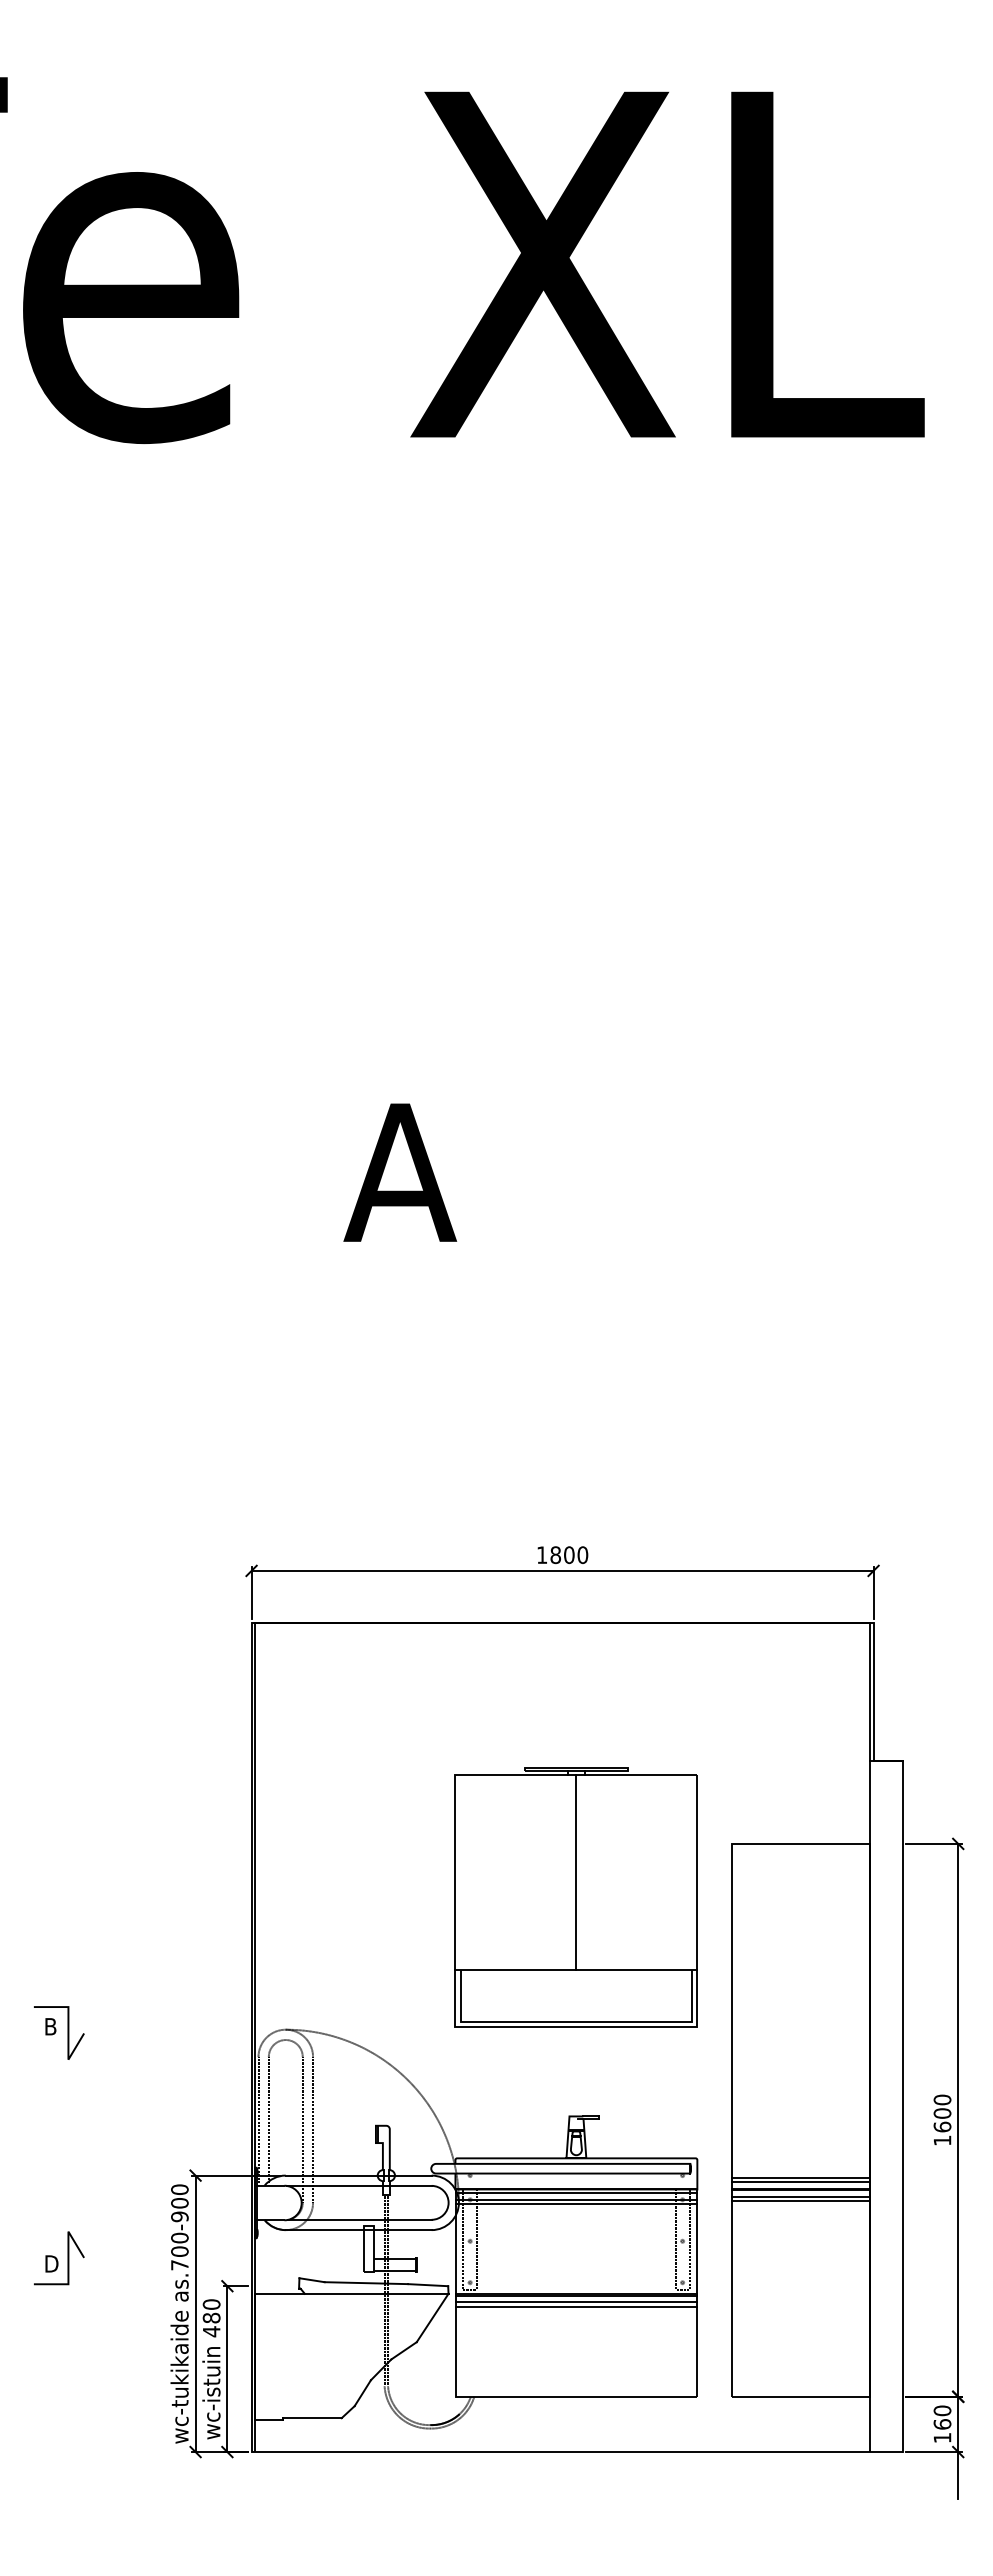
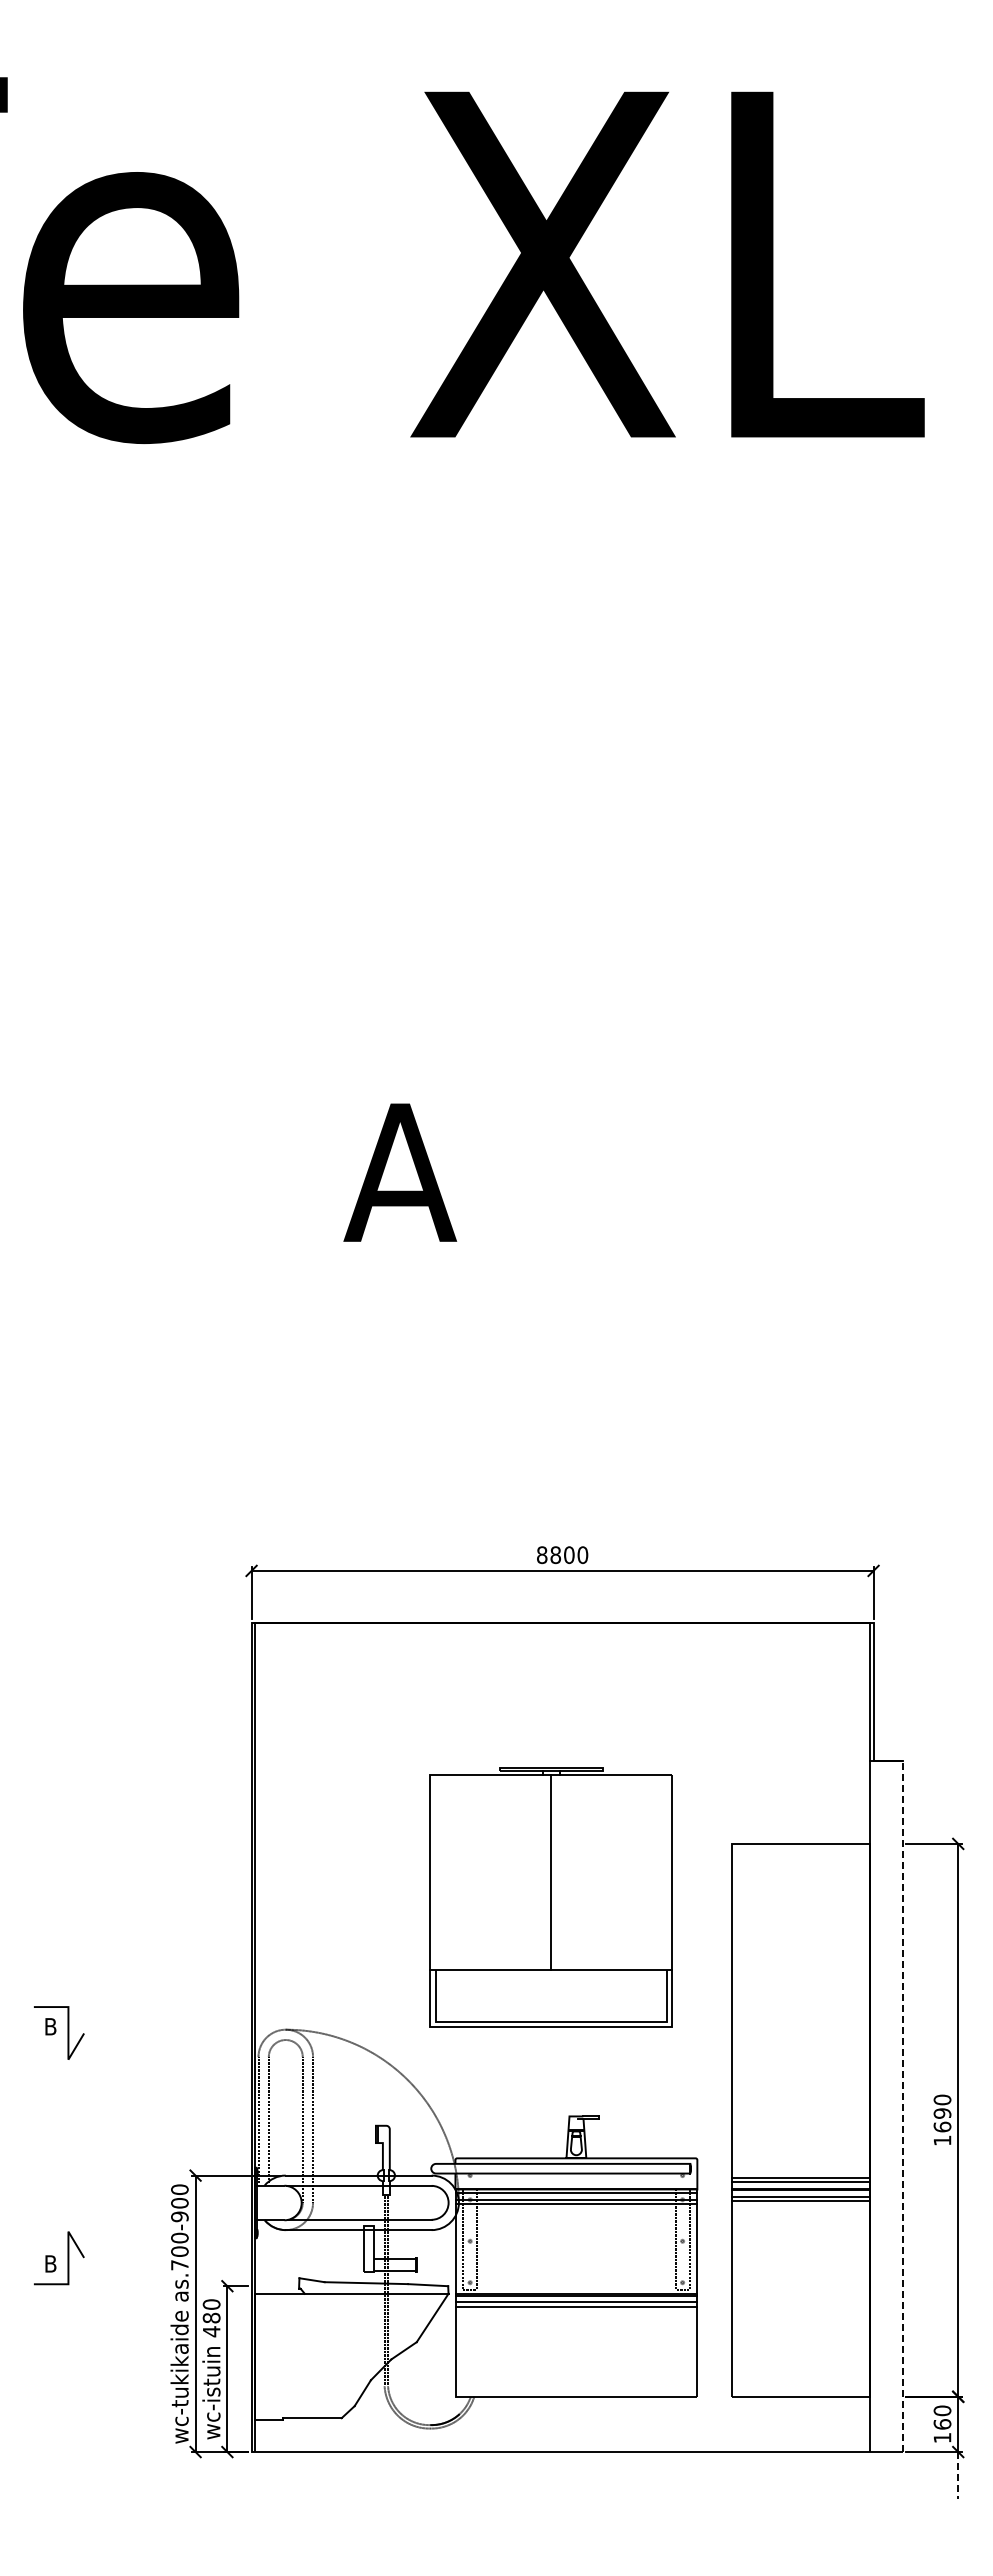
text at (542, 1555): 1800 -> 8800
part at (575, 1897) position: (575, 1897) -> (550, 1897)
line at (902, 2106): solid -> dashed
text at (942, 2113): 1600 -> 1690
text at (52, 2264): D -> B
line at (958, 2475): solid -> dashed
